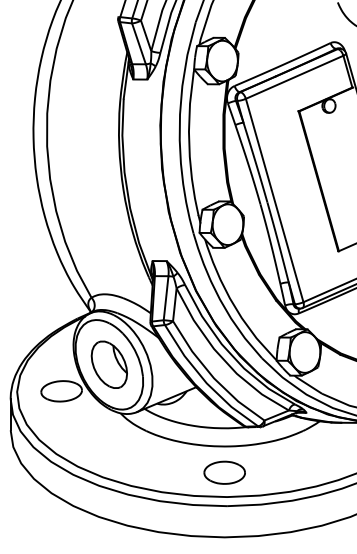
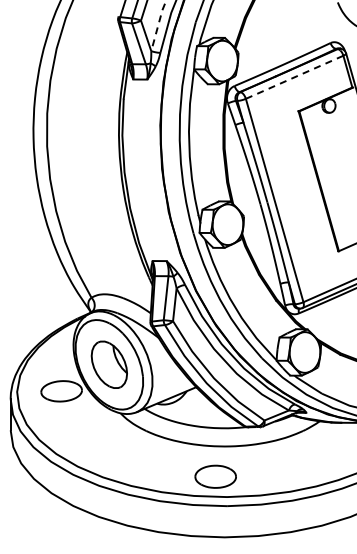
line at (158, 25): solid -> dashed
line at (295, 77): solid -> dashed
part at (224, 472) position: (224, 472) -> (215, 476)
